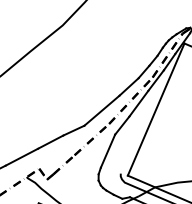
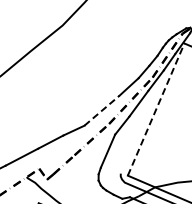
line at (156, 109): solid -> dashed
line at (102, 110): solid -> dashed
